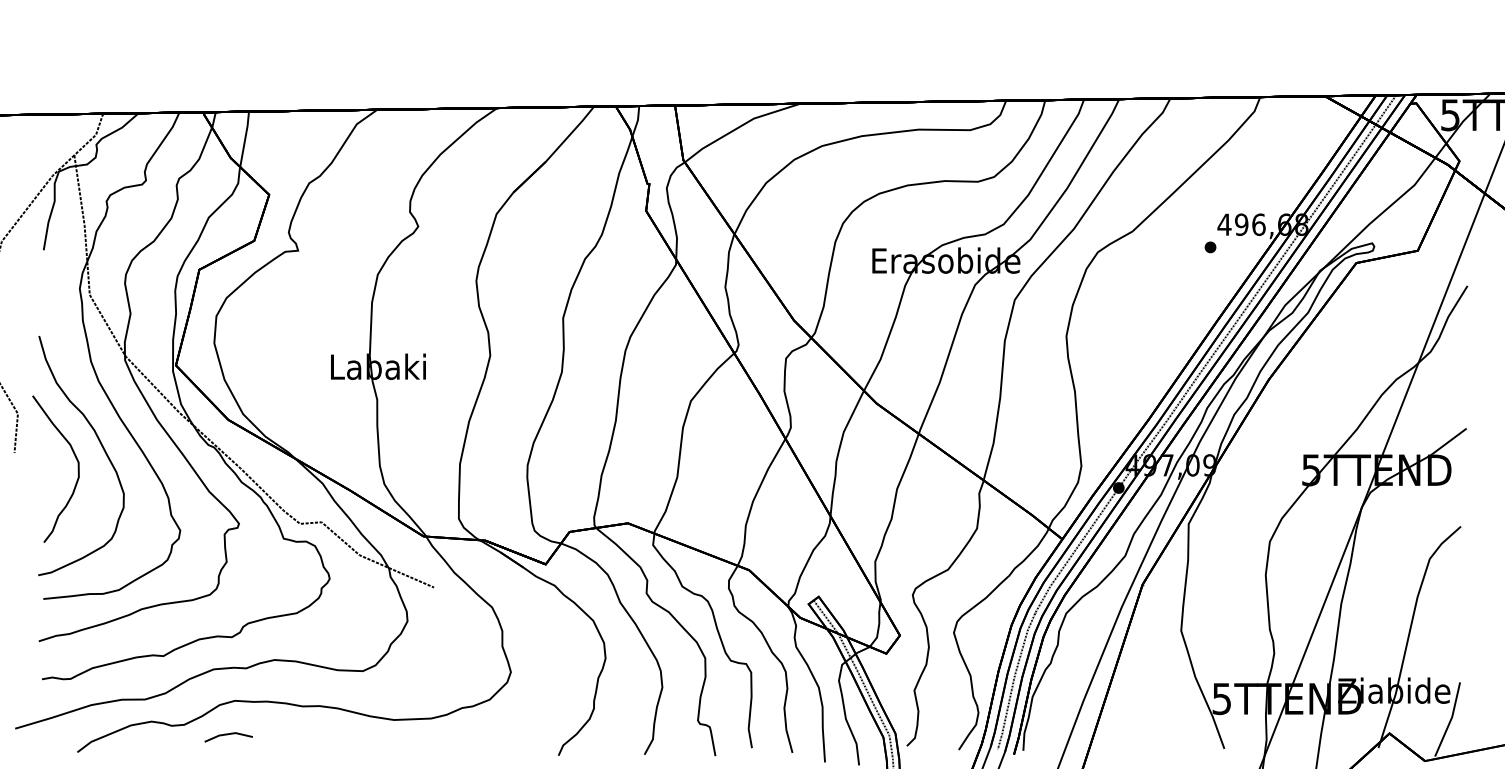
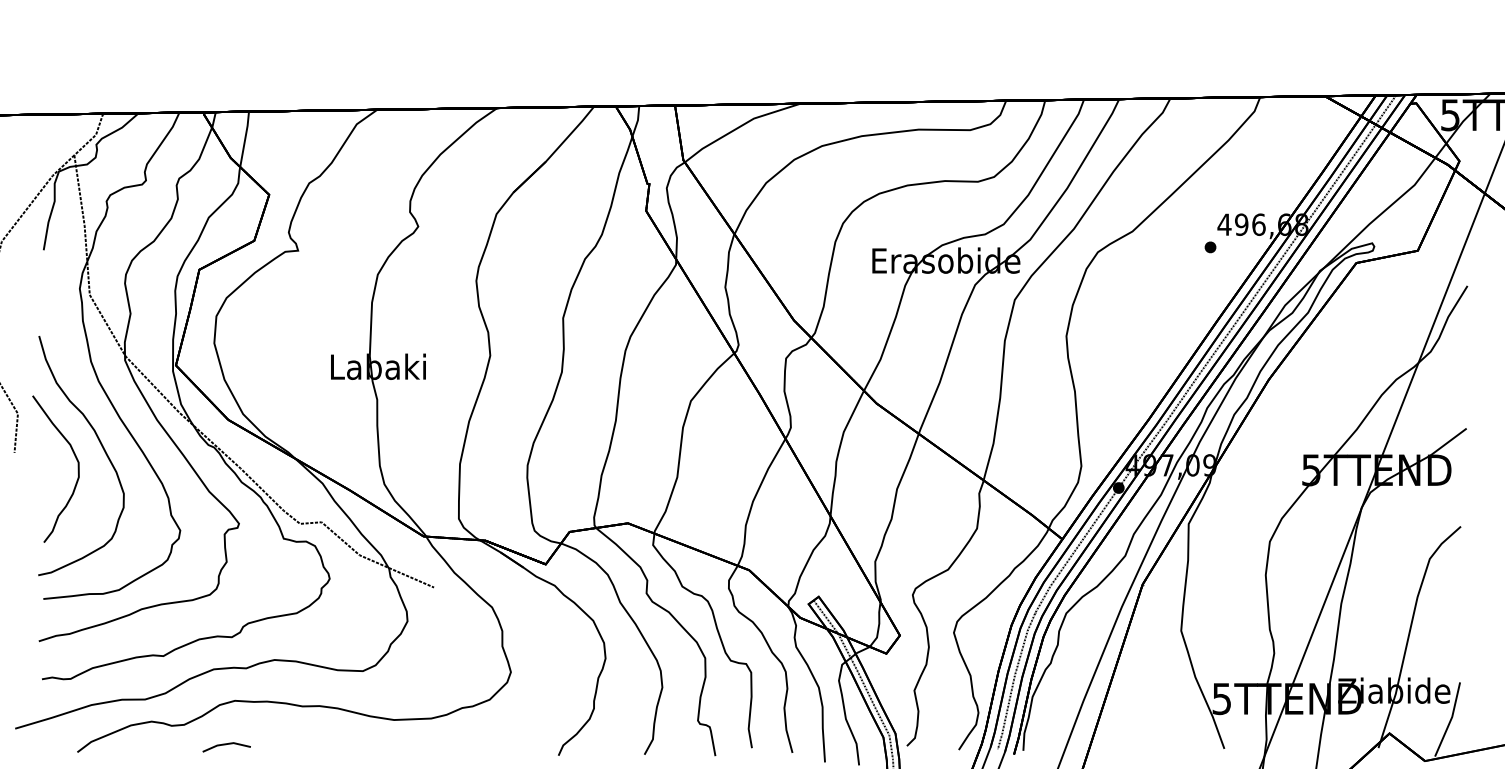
line at (228, 735) position: (228, 735) -> (226, 745)
